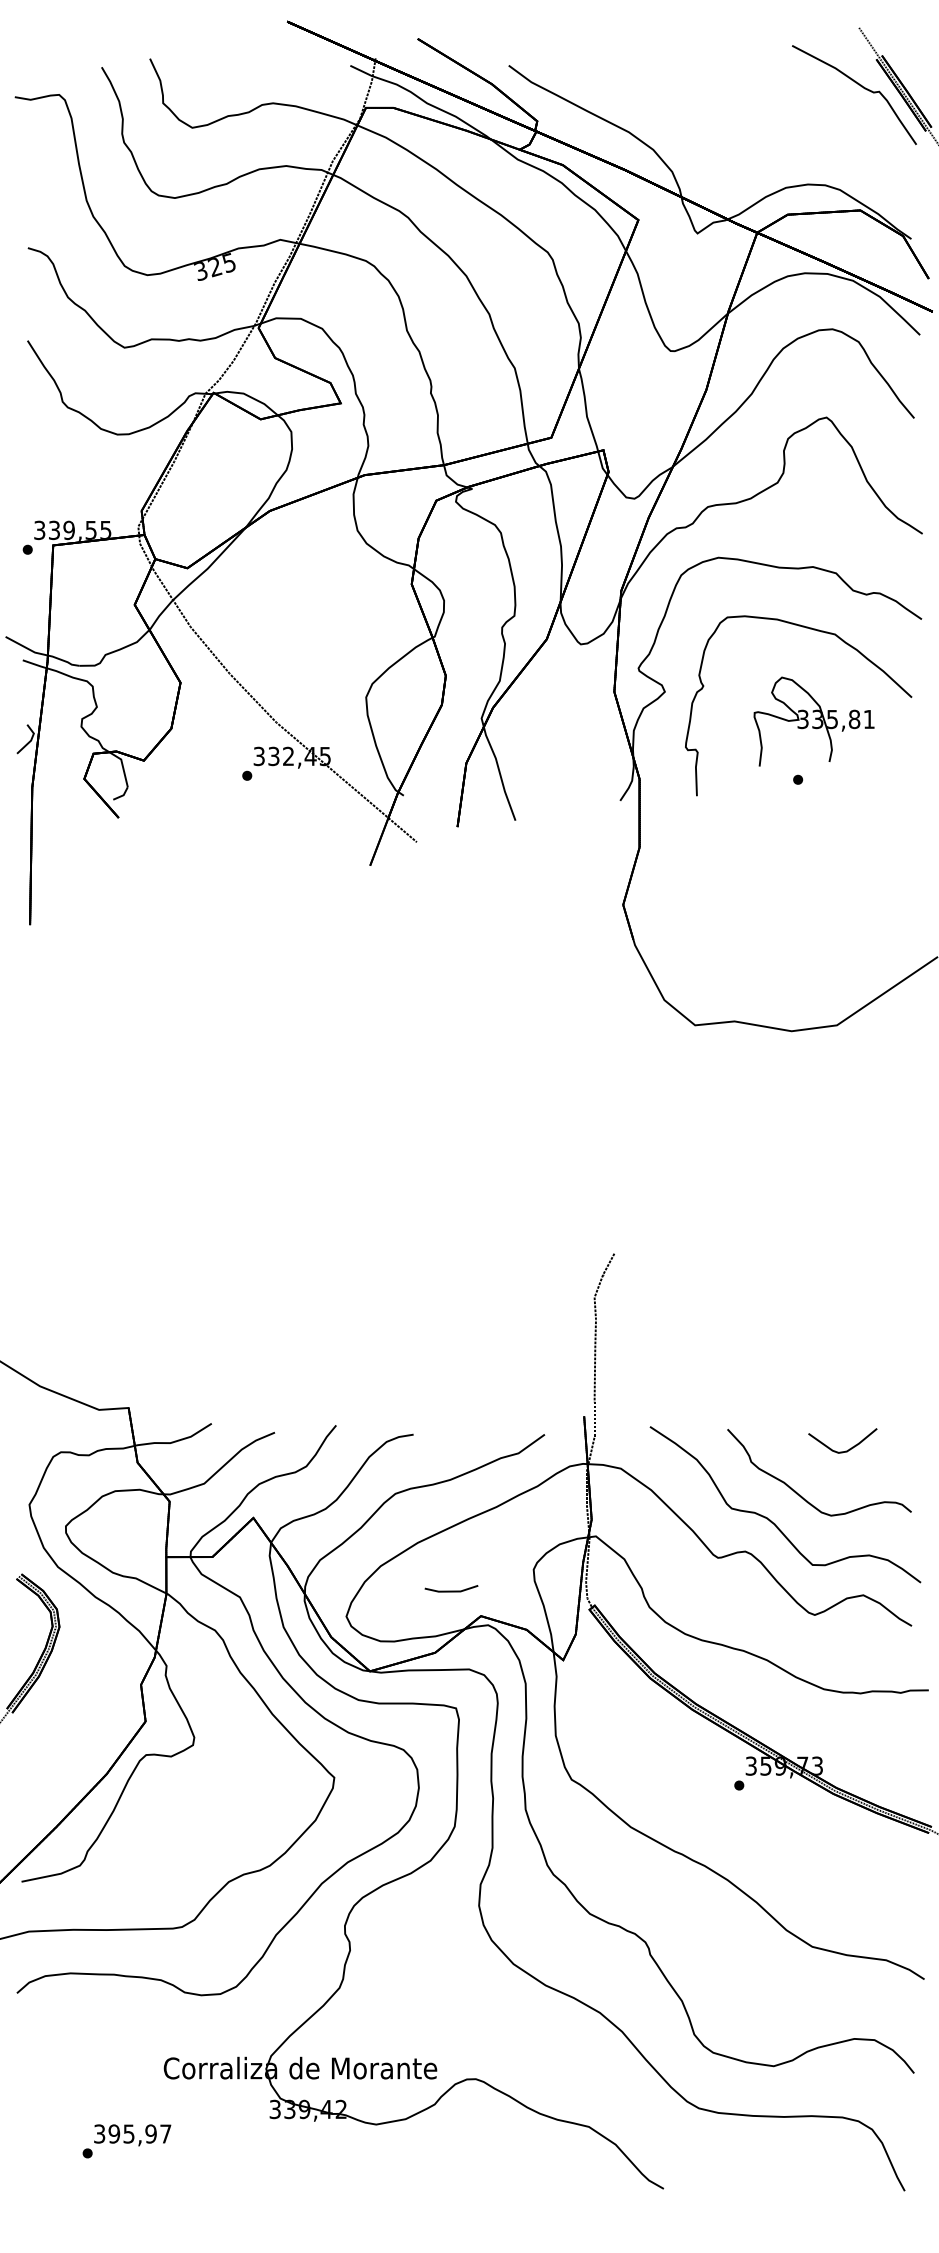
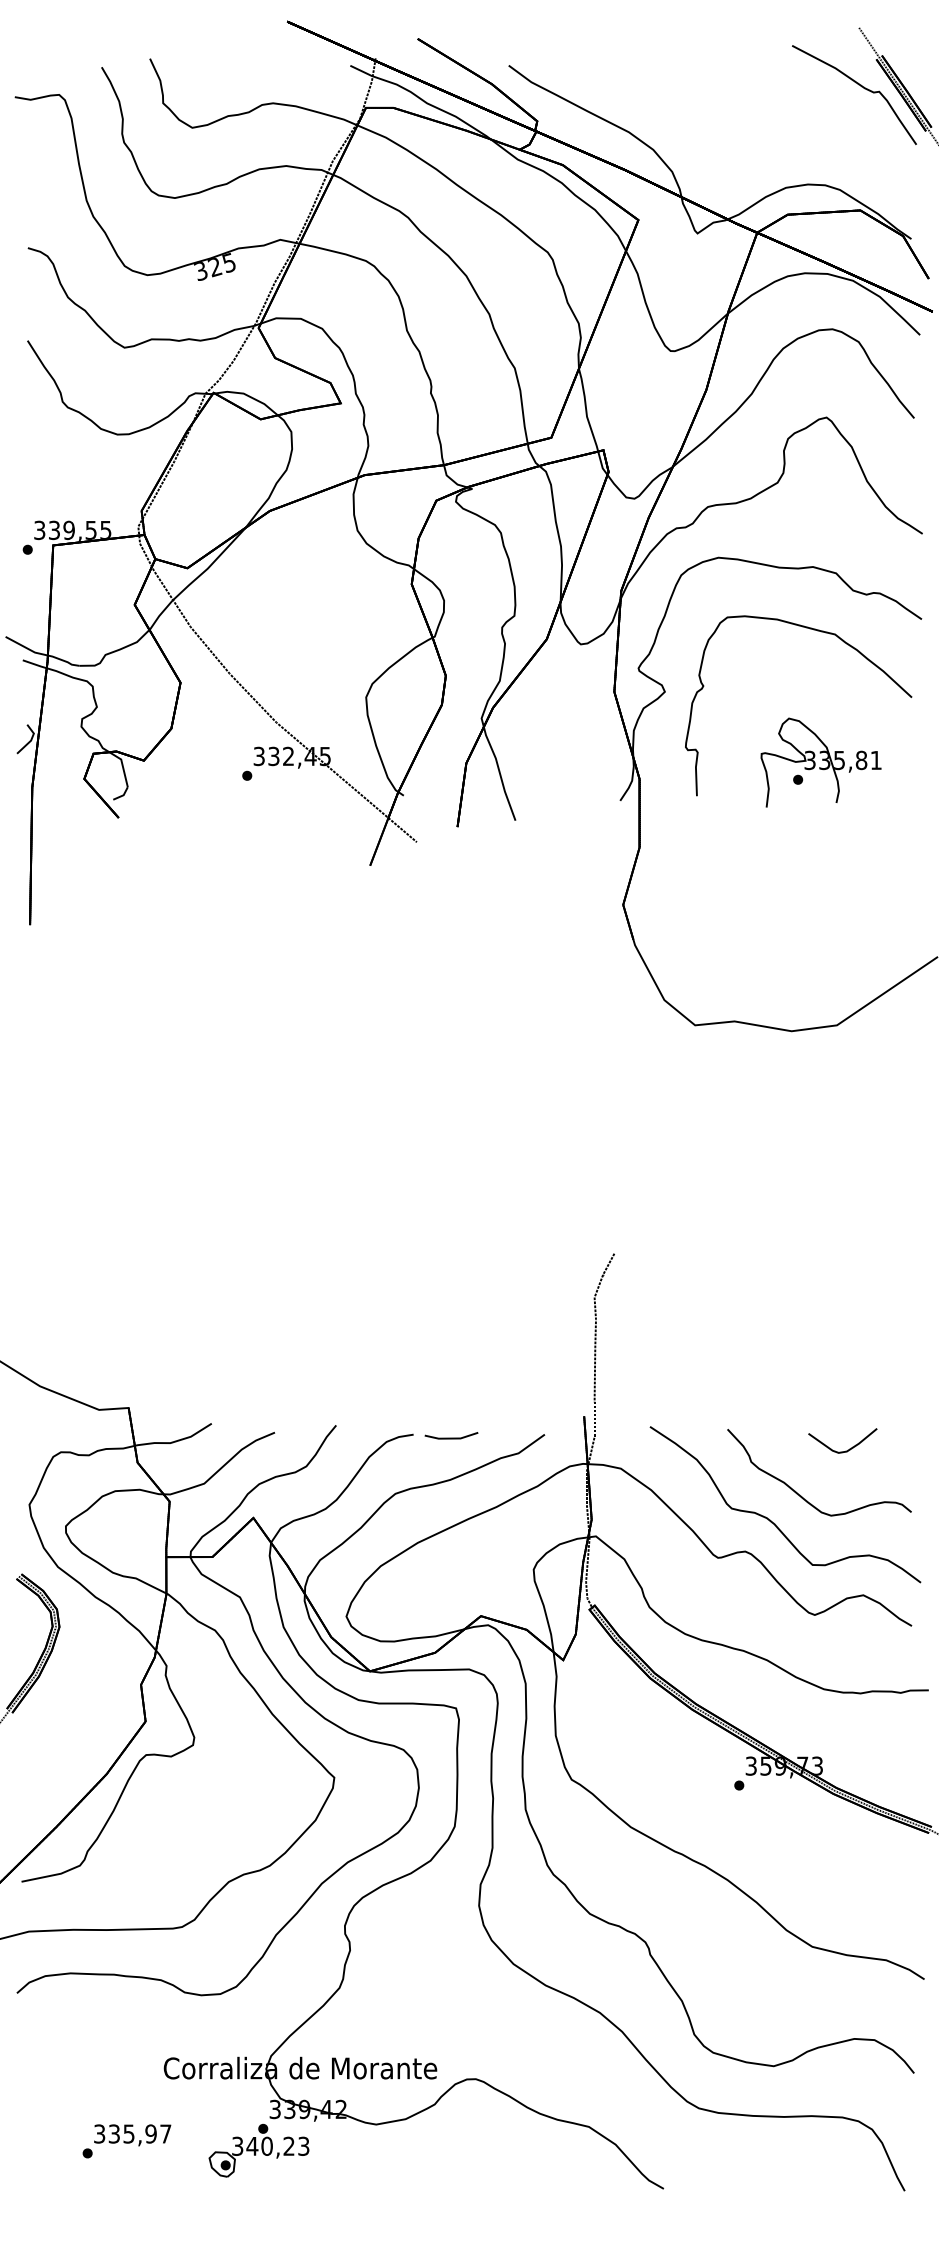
part at (813, 721) position: (813, 721) -> (820, 762)
line at (451, 1590) position: (451, 1590) -> (451, 1437)
text at (114, 2133): 395,97 -> 335,97
part at (258, 2150): none -> present
